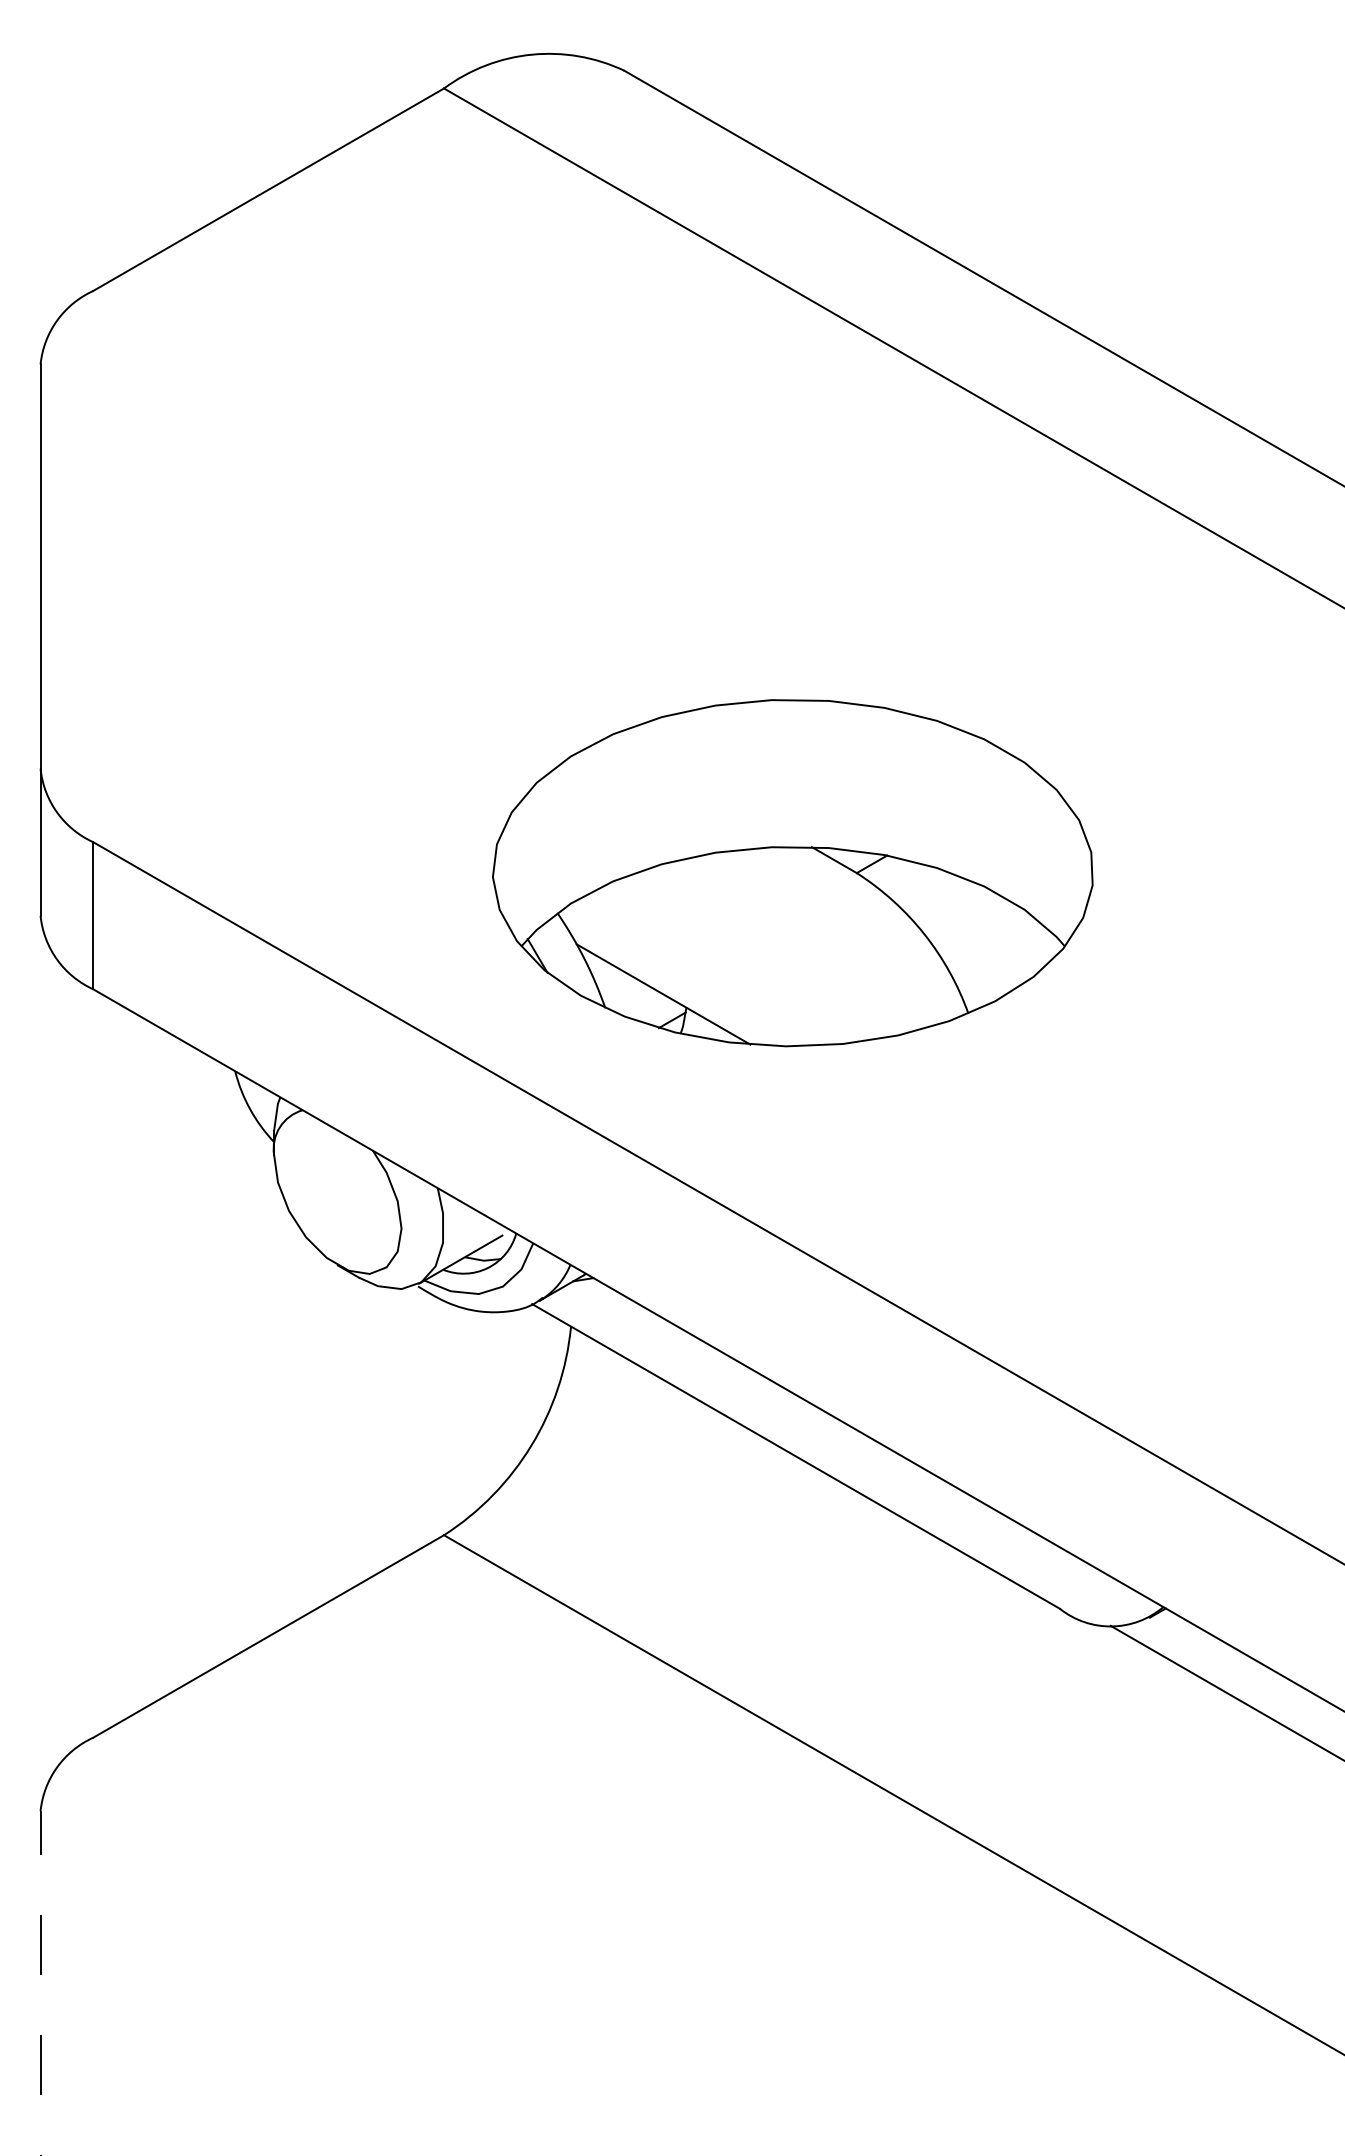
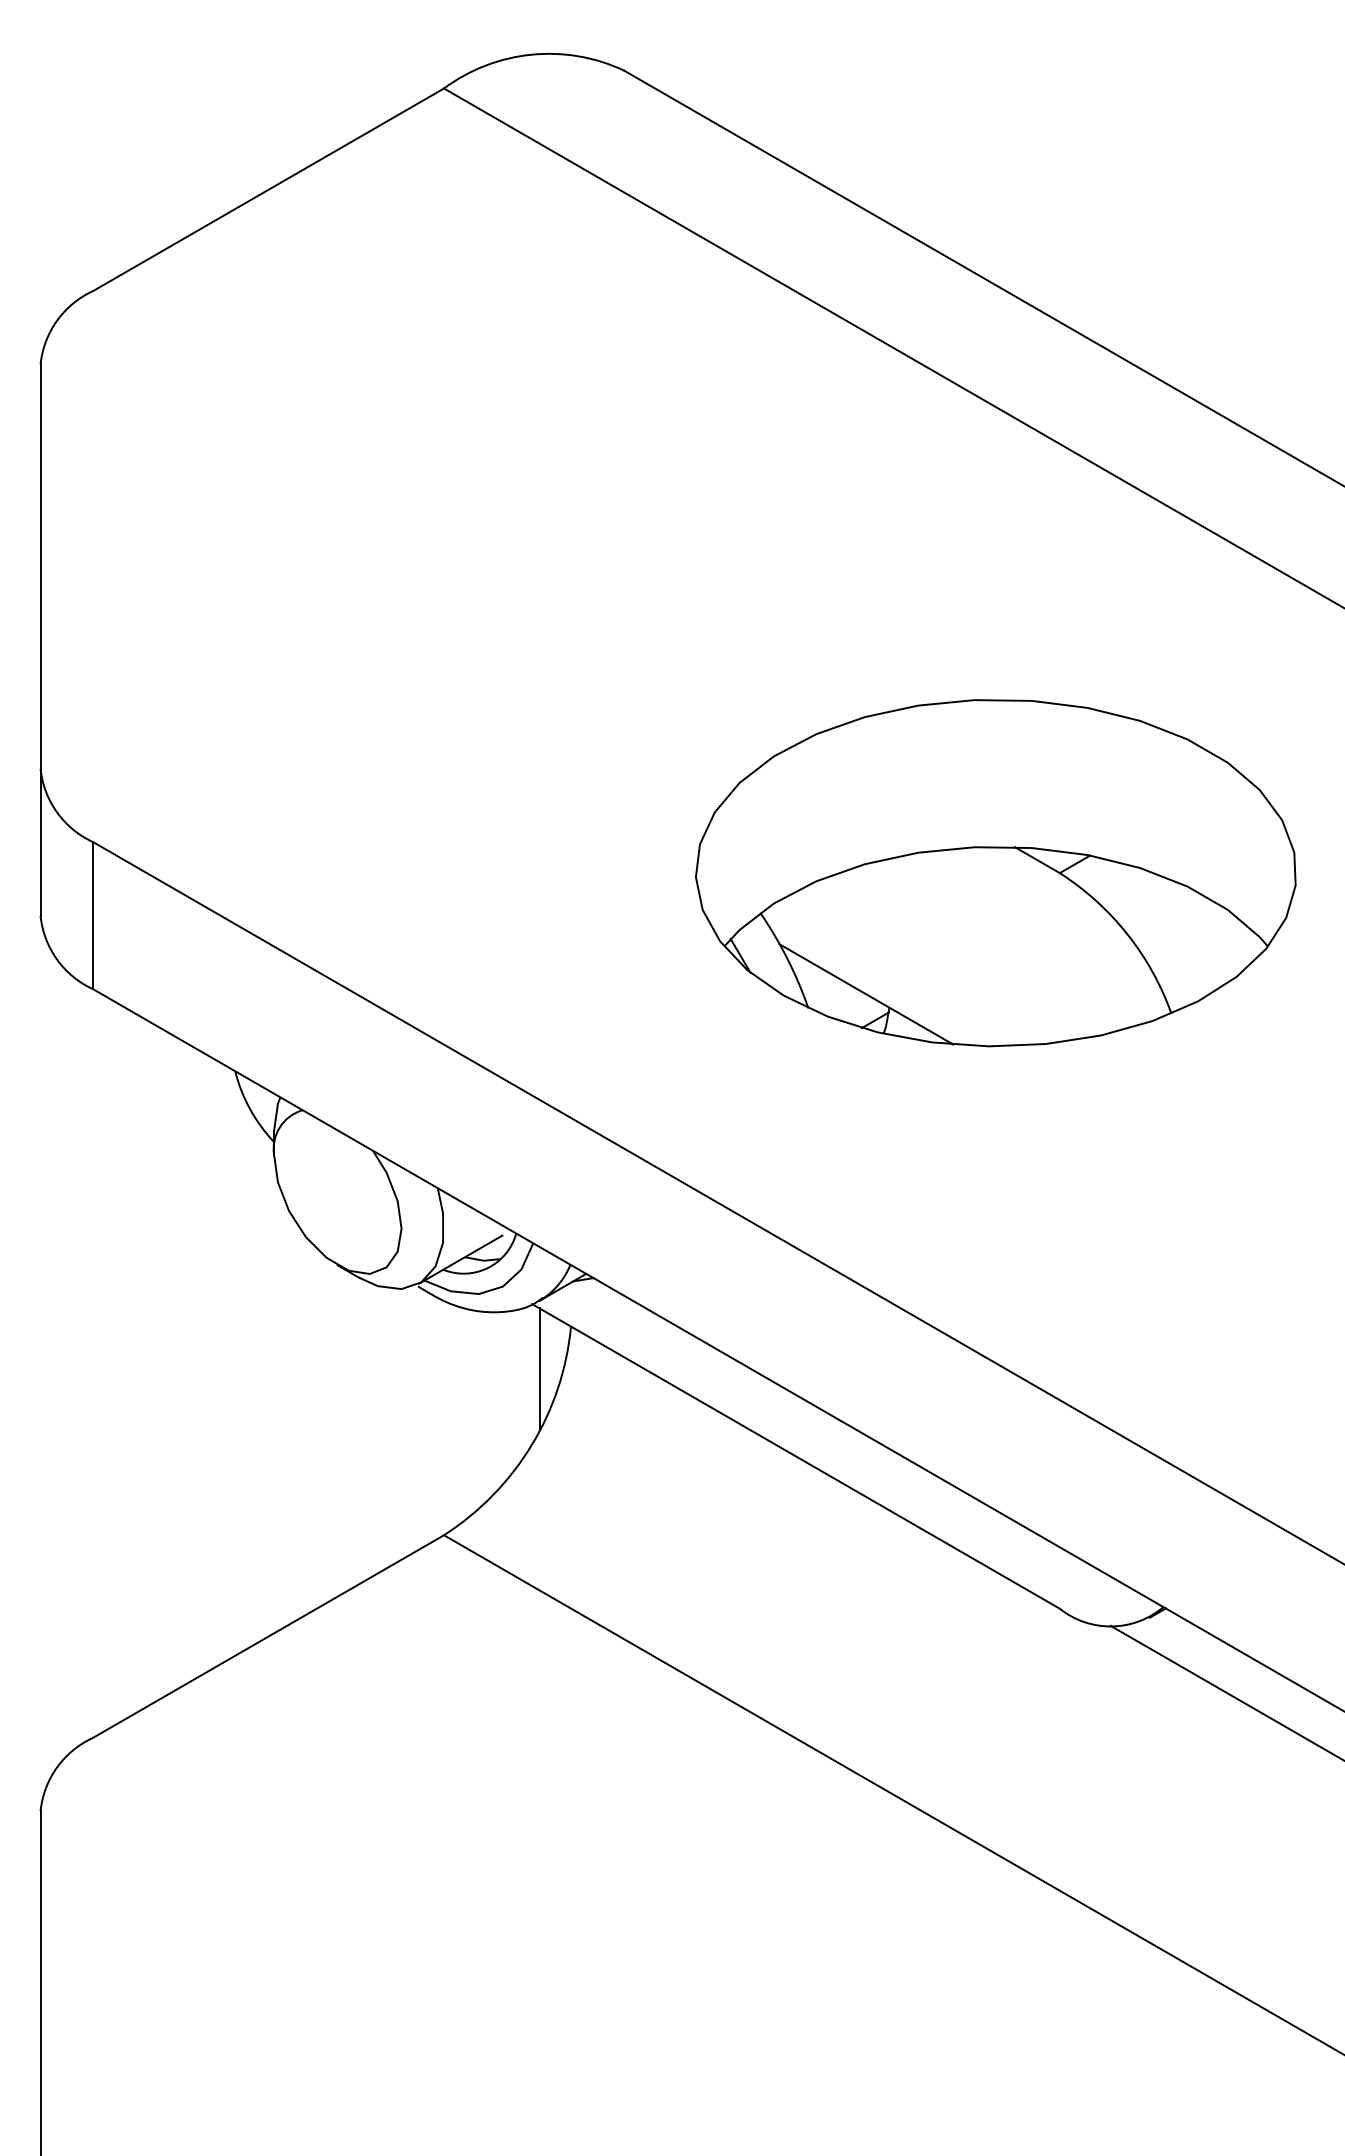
part at (792, 873) position: (792, 873) -> (995, 873)
line at (539, 1369): none -> present
line at (40, 1982): dashed -> solid
